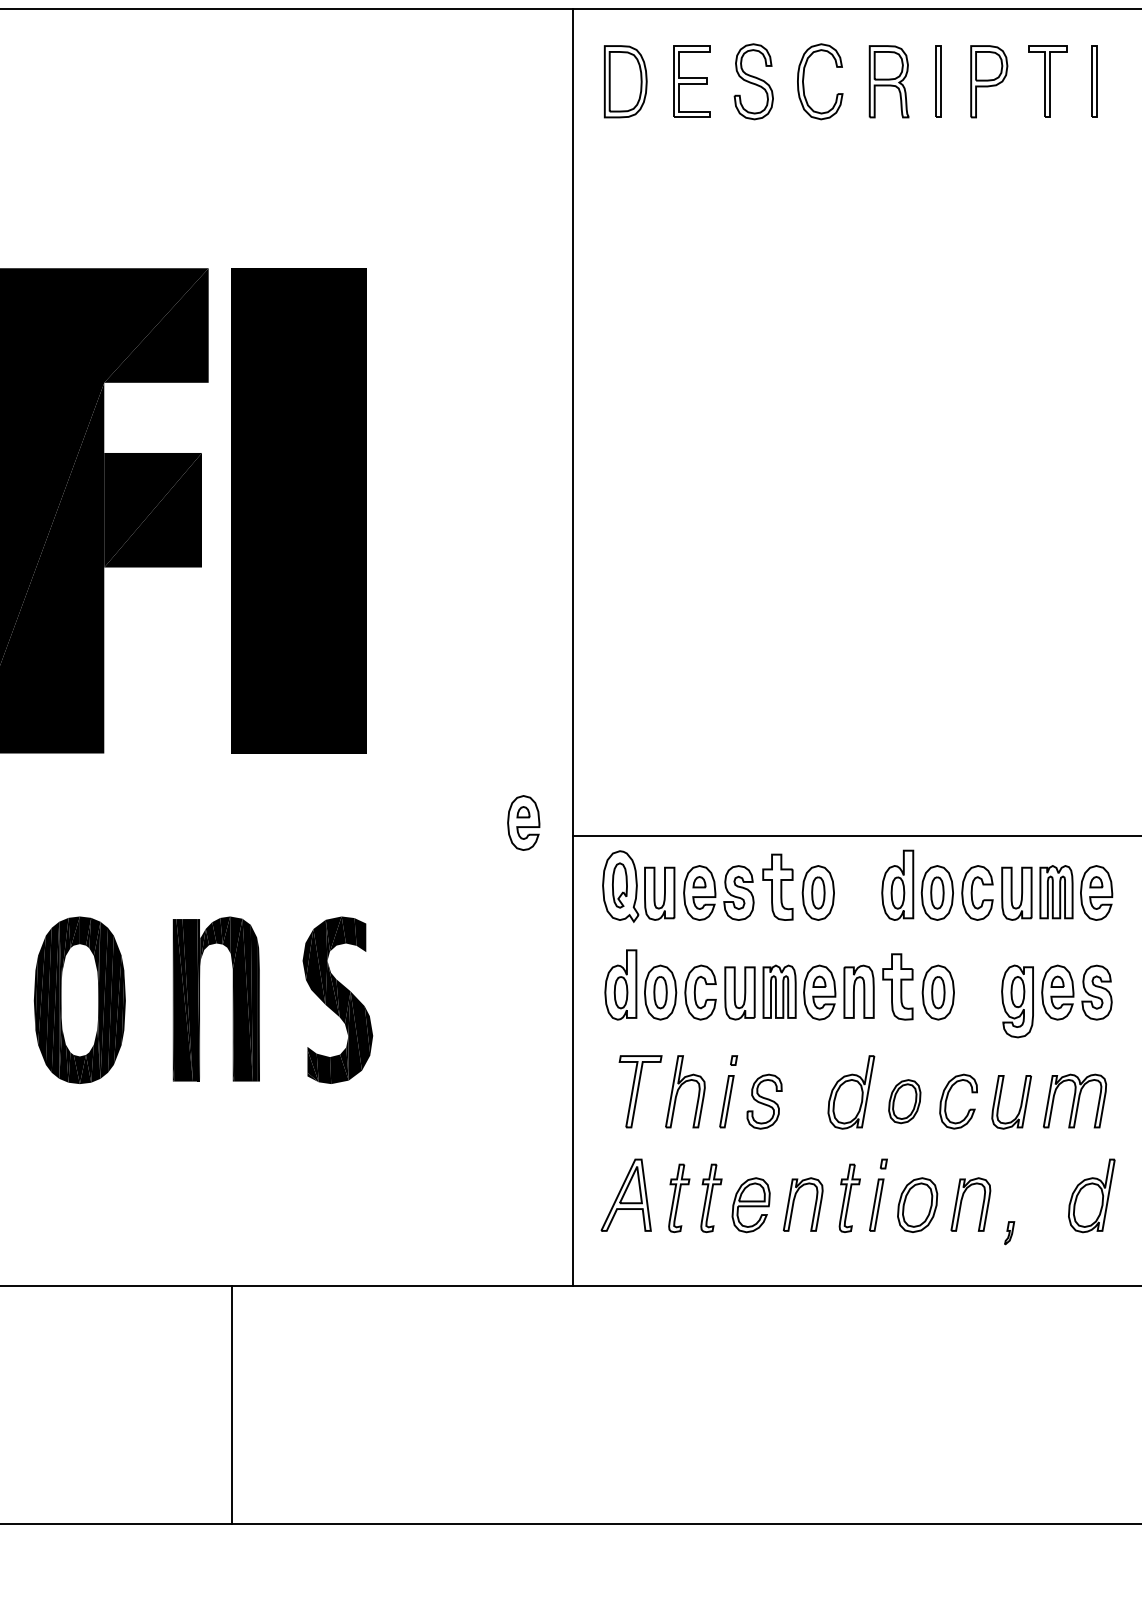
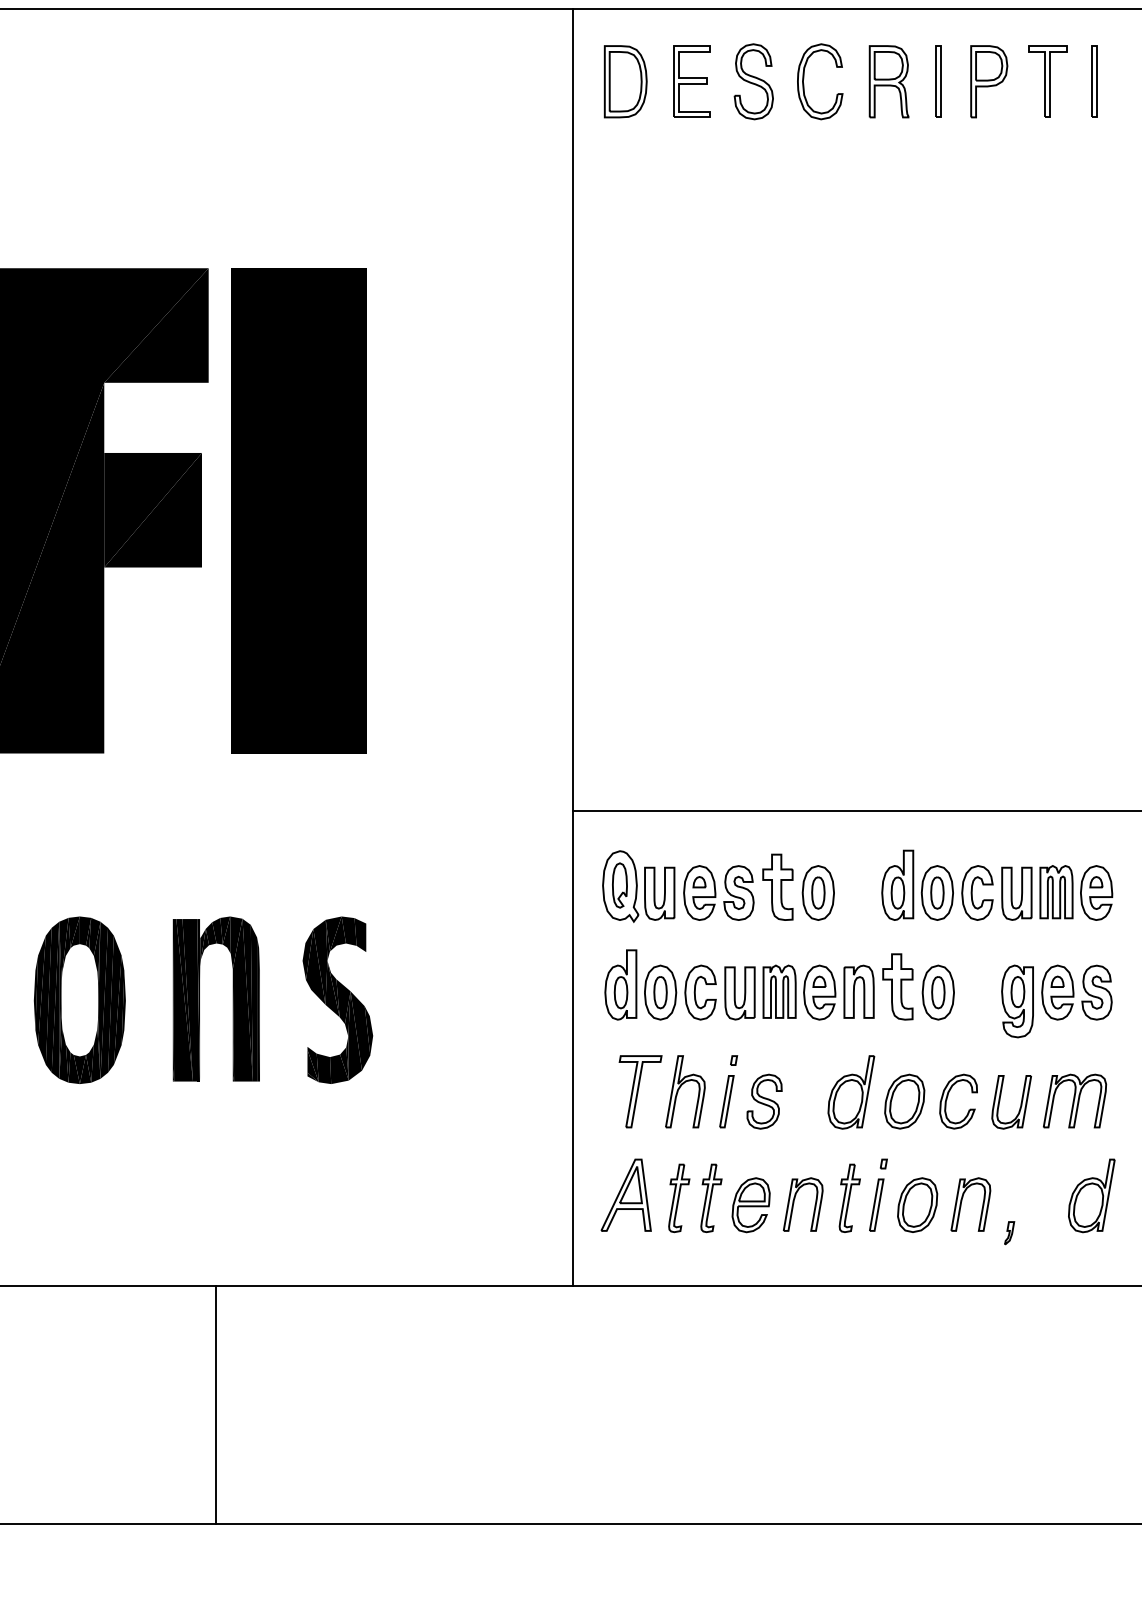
part at (523, 822): present -> none
line at (855, 835) position: (855, 835) -> (855, 810)
part at (904, 1101) size: 34x46 px -> 42x57 px
line at (232, 1404) position: (232, 1404) -> (216, 1404)
